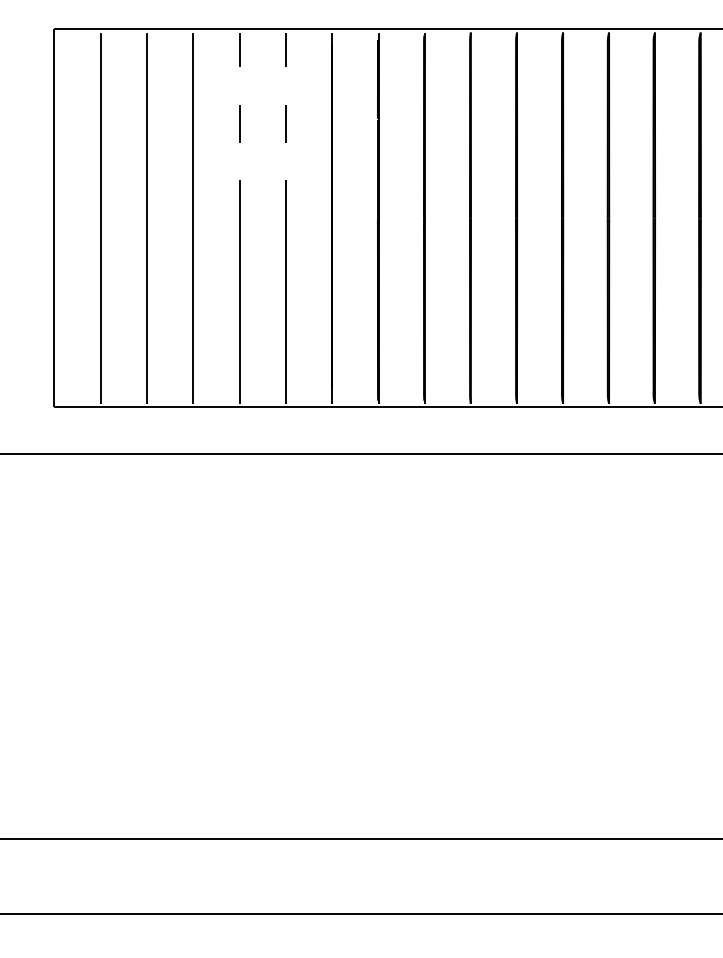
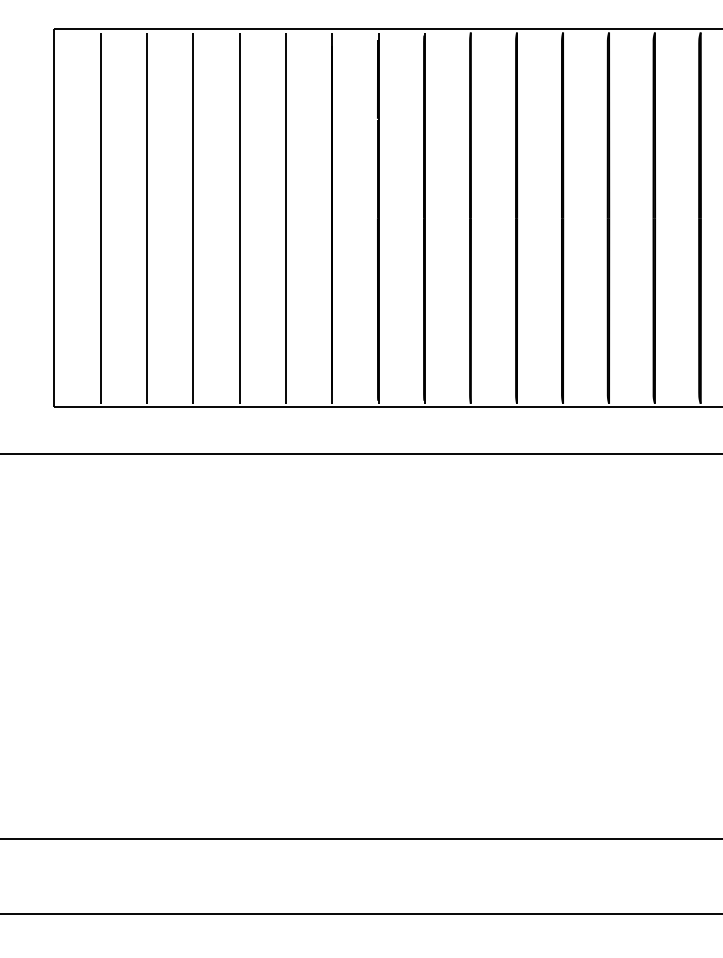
line at (239, 125): dashed -> solid
line at (285, 125): dashed -> solid
